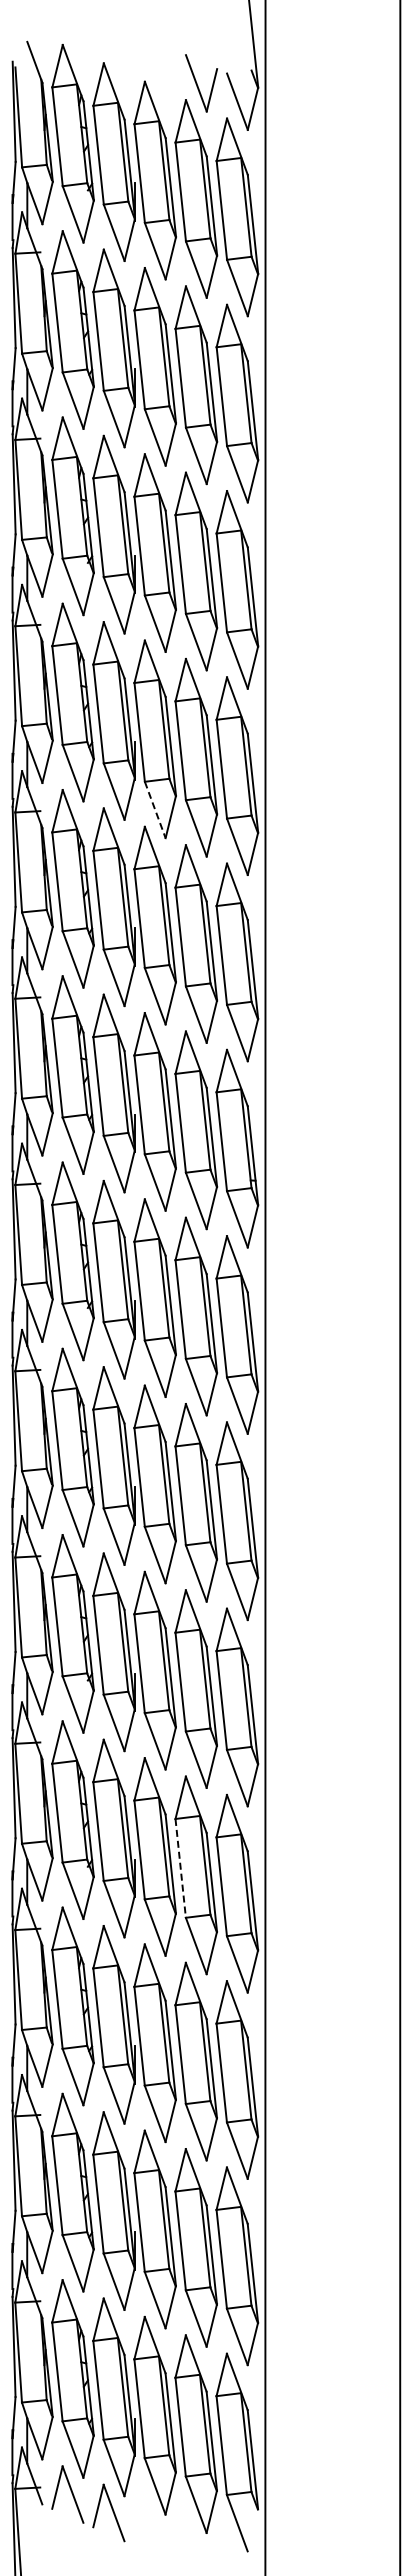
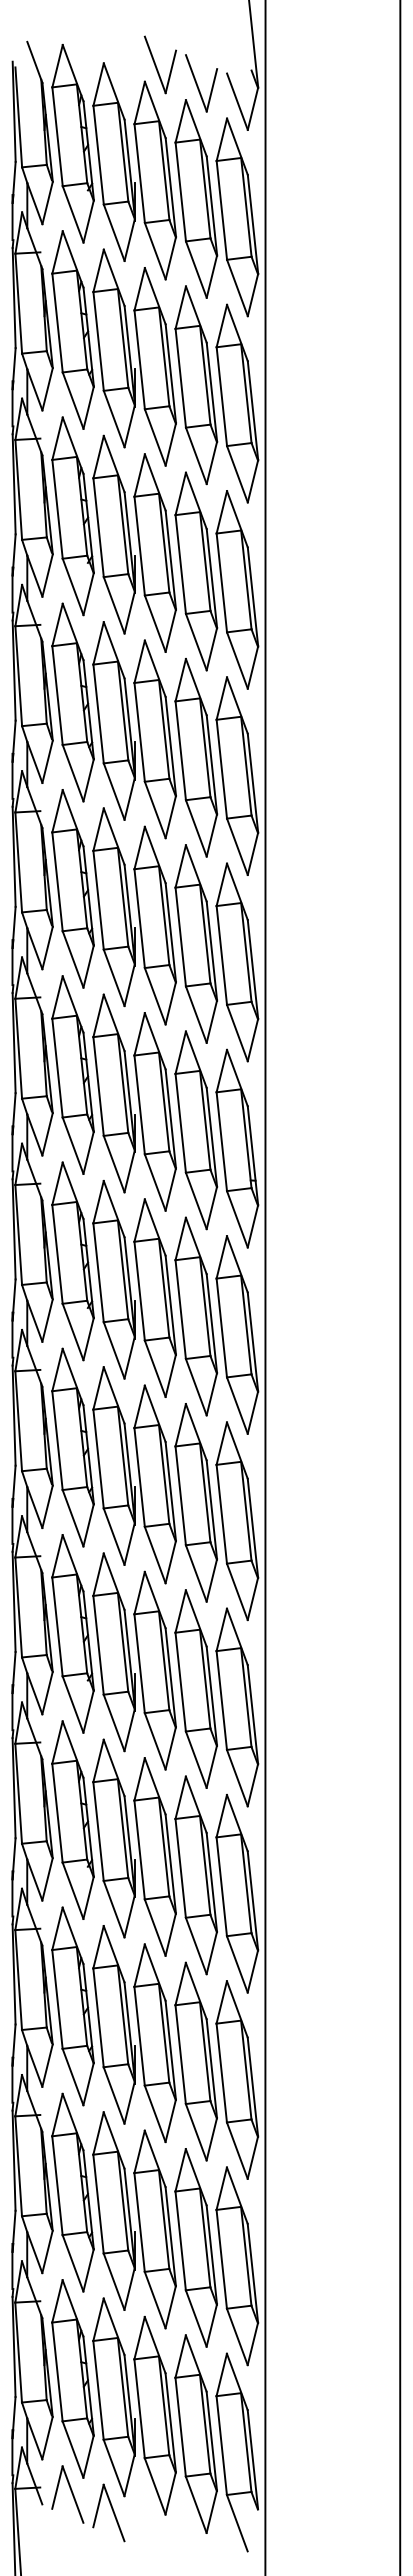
part at (159, 64): none -> present
line at (155, 810): dashed -> solid
line at (180, 1868): dashed -> solid
